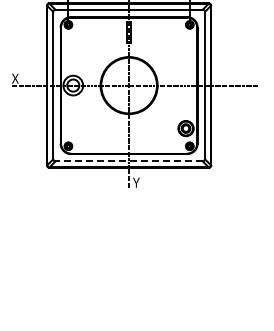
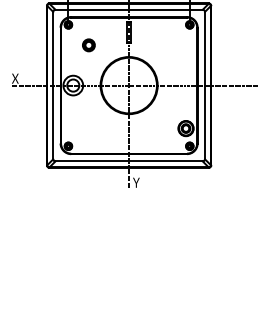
part at (88, 45): none -> present
line at (129, 161): dashed -> solid
